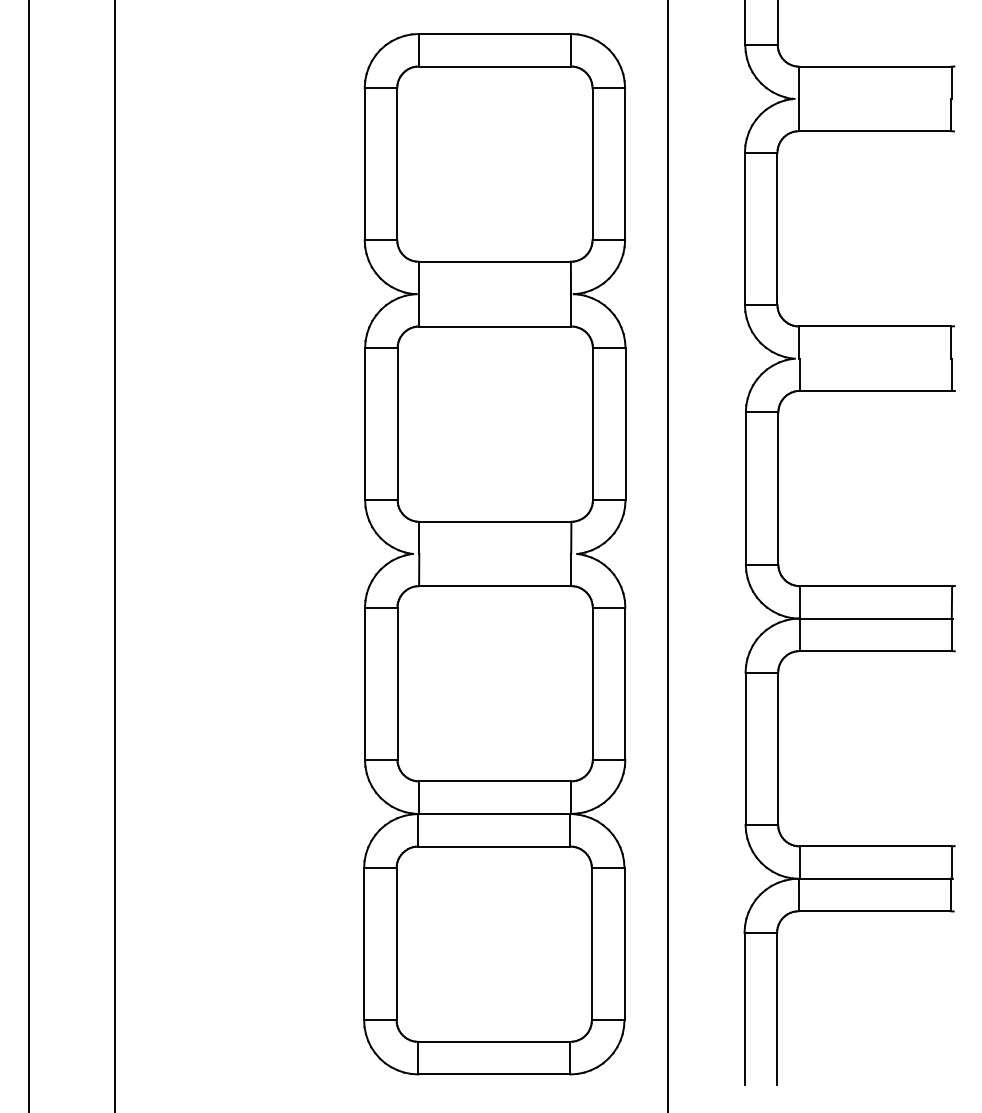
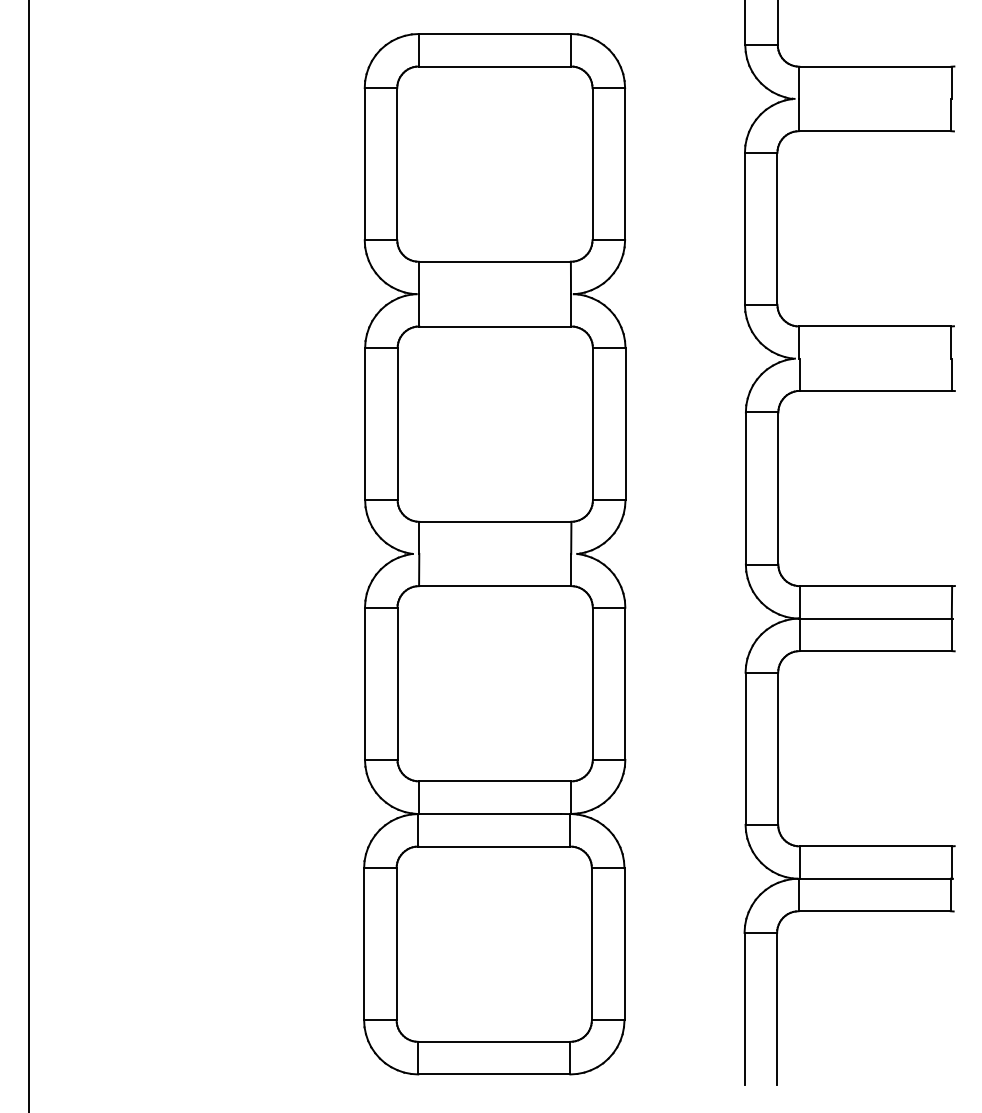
line at (114, 555): present -> none
line at (668, 555): present -> none
